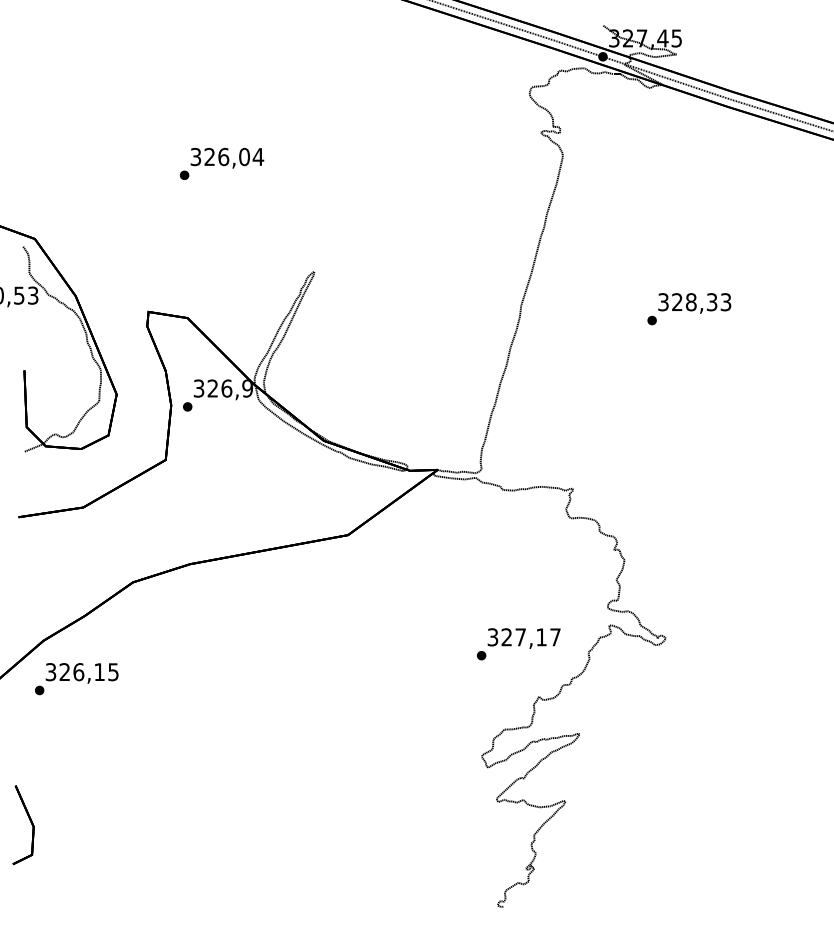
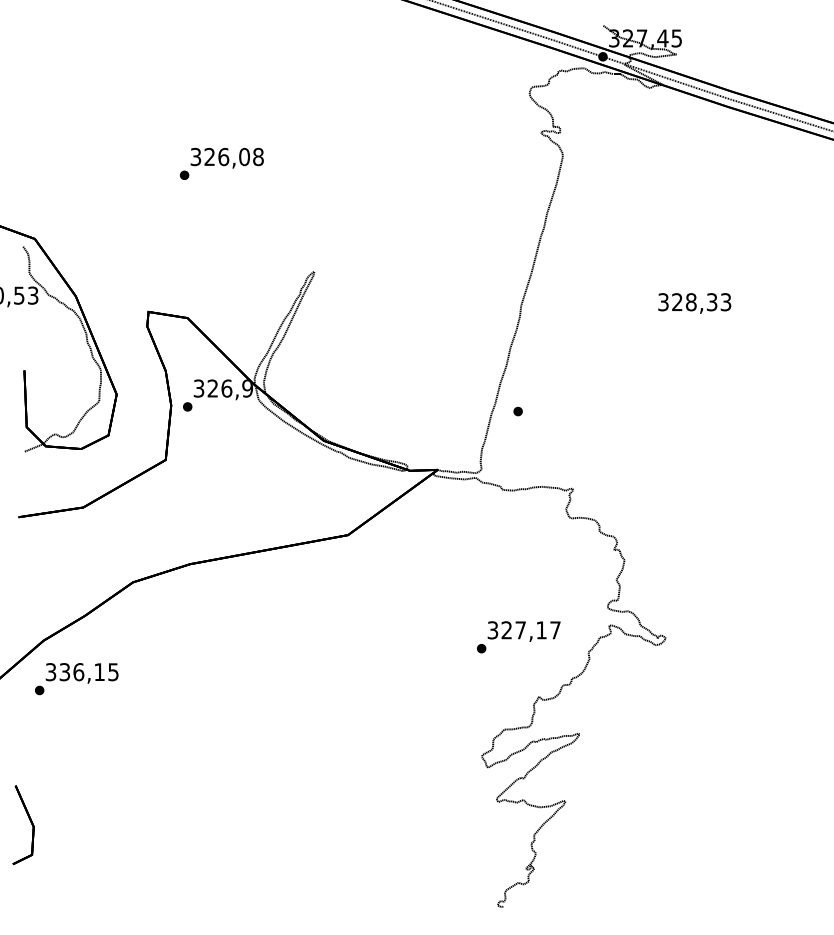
text at (258, 156): 326,04 -> 326,08
part at (651, 320) position: (651, 320) -> (517, 411)
text at (518, 644) position: (518, 644) -> (518, 637)
text at (64, 672): 326,15 -> 336,15
